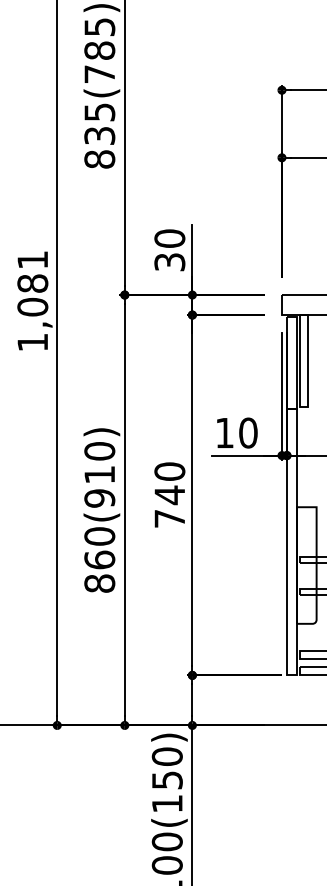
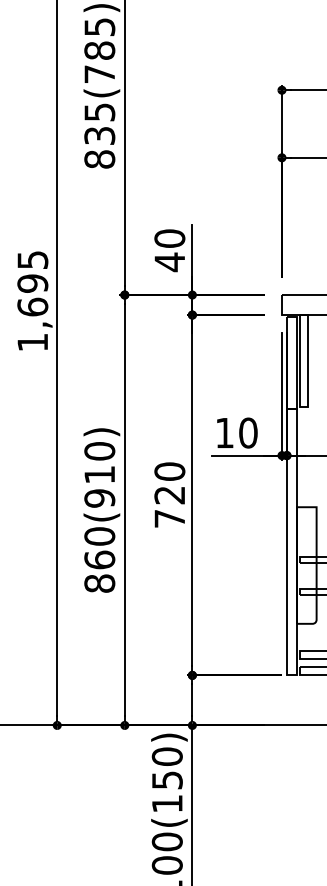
text at (169, 262): 30 -> 40
text at (32, 283): 1,081 -> 1,695
text at (169, 495): 740 -> 720
